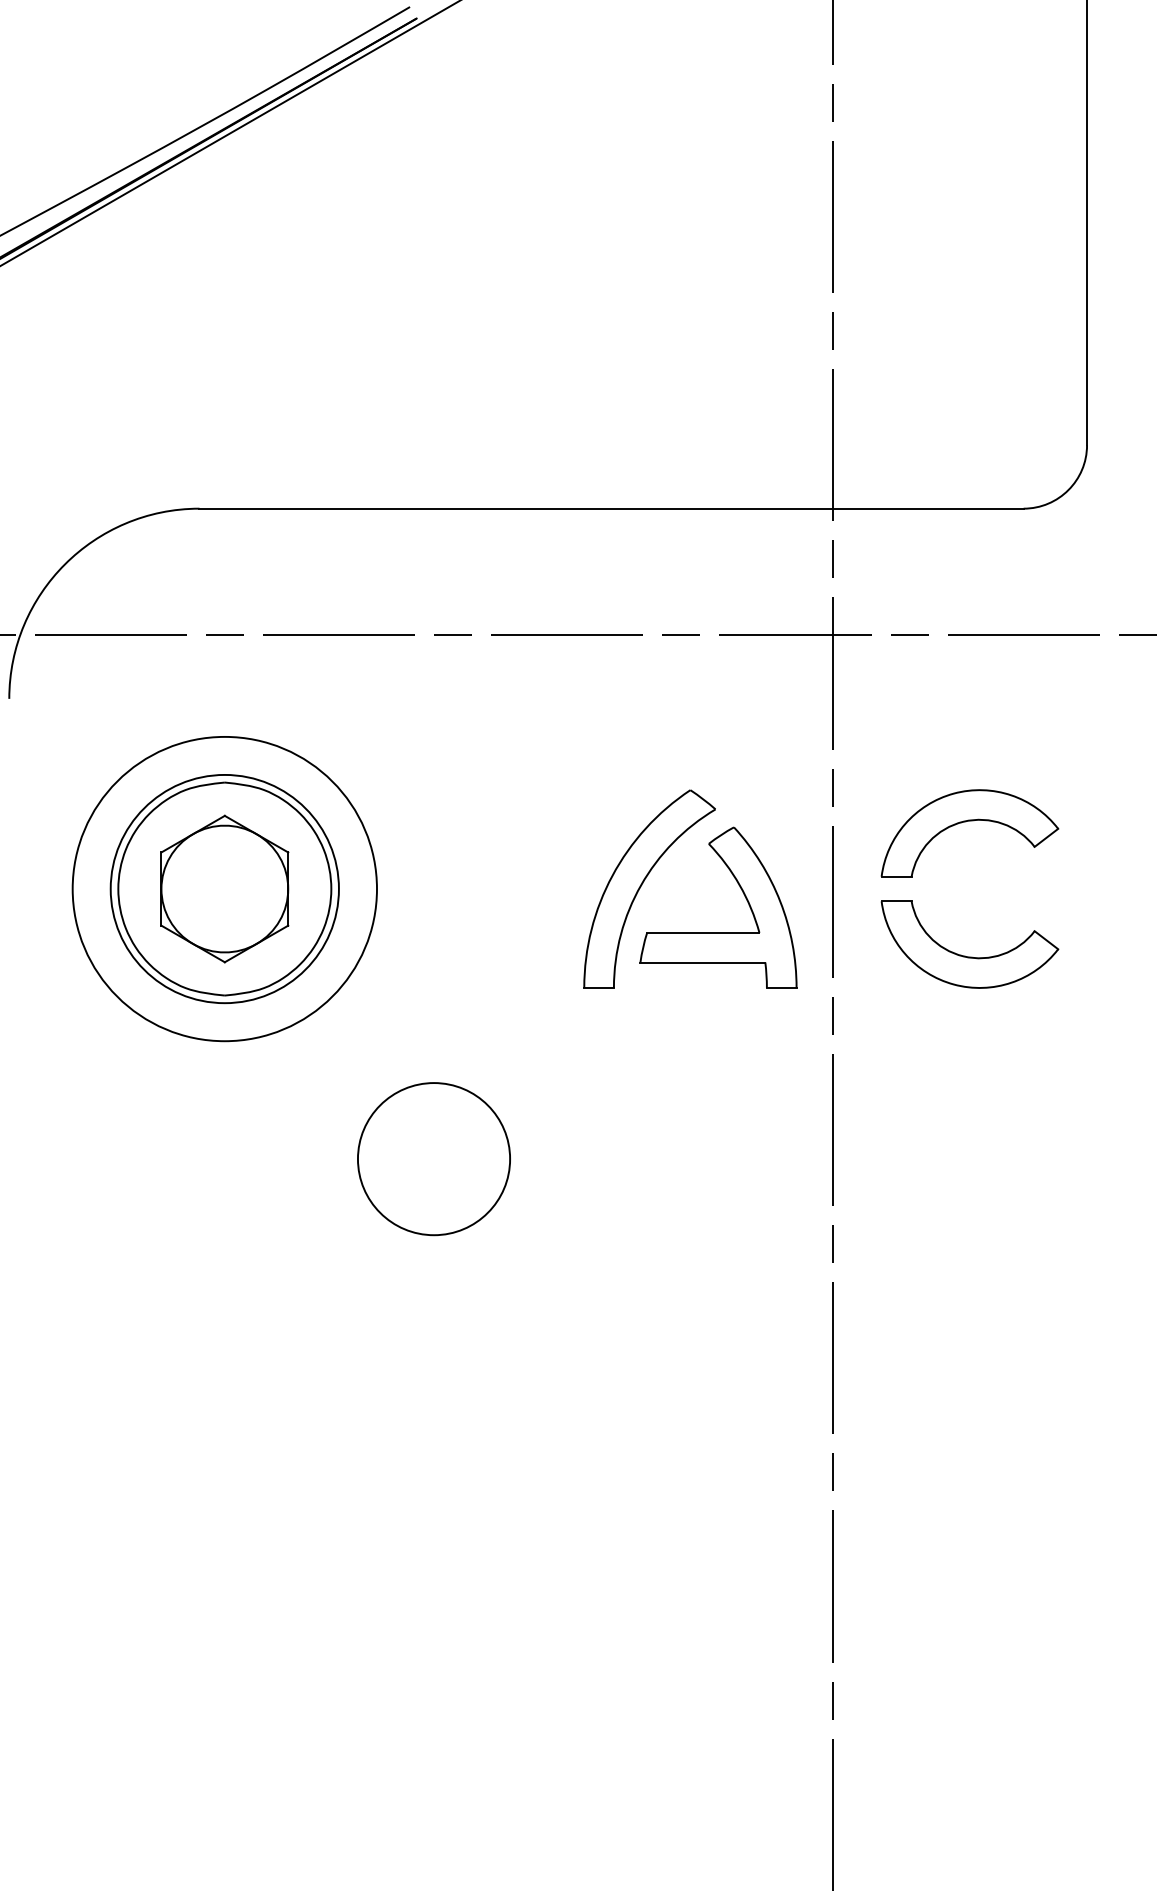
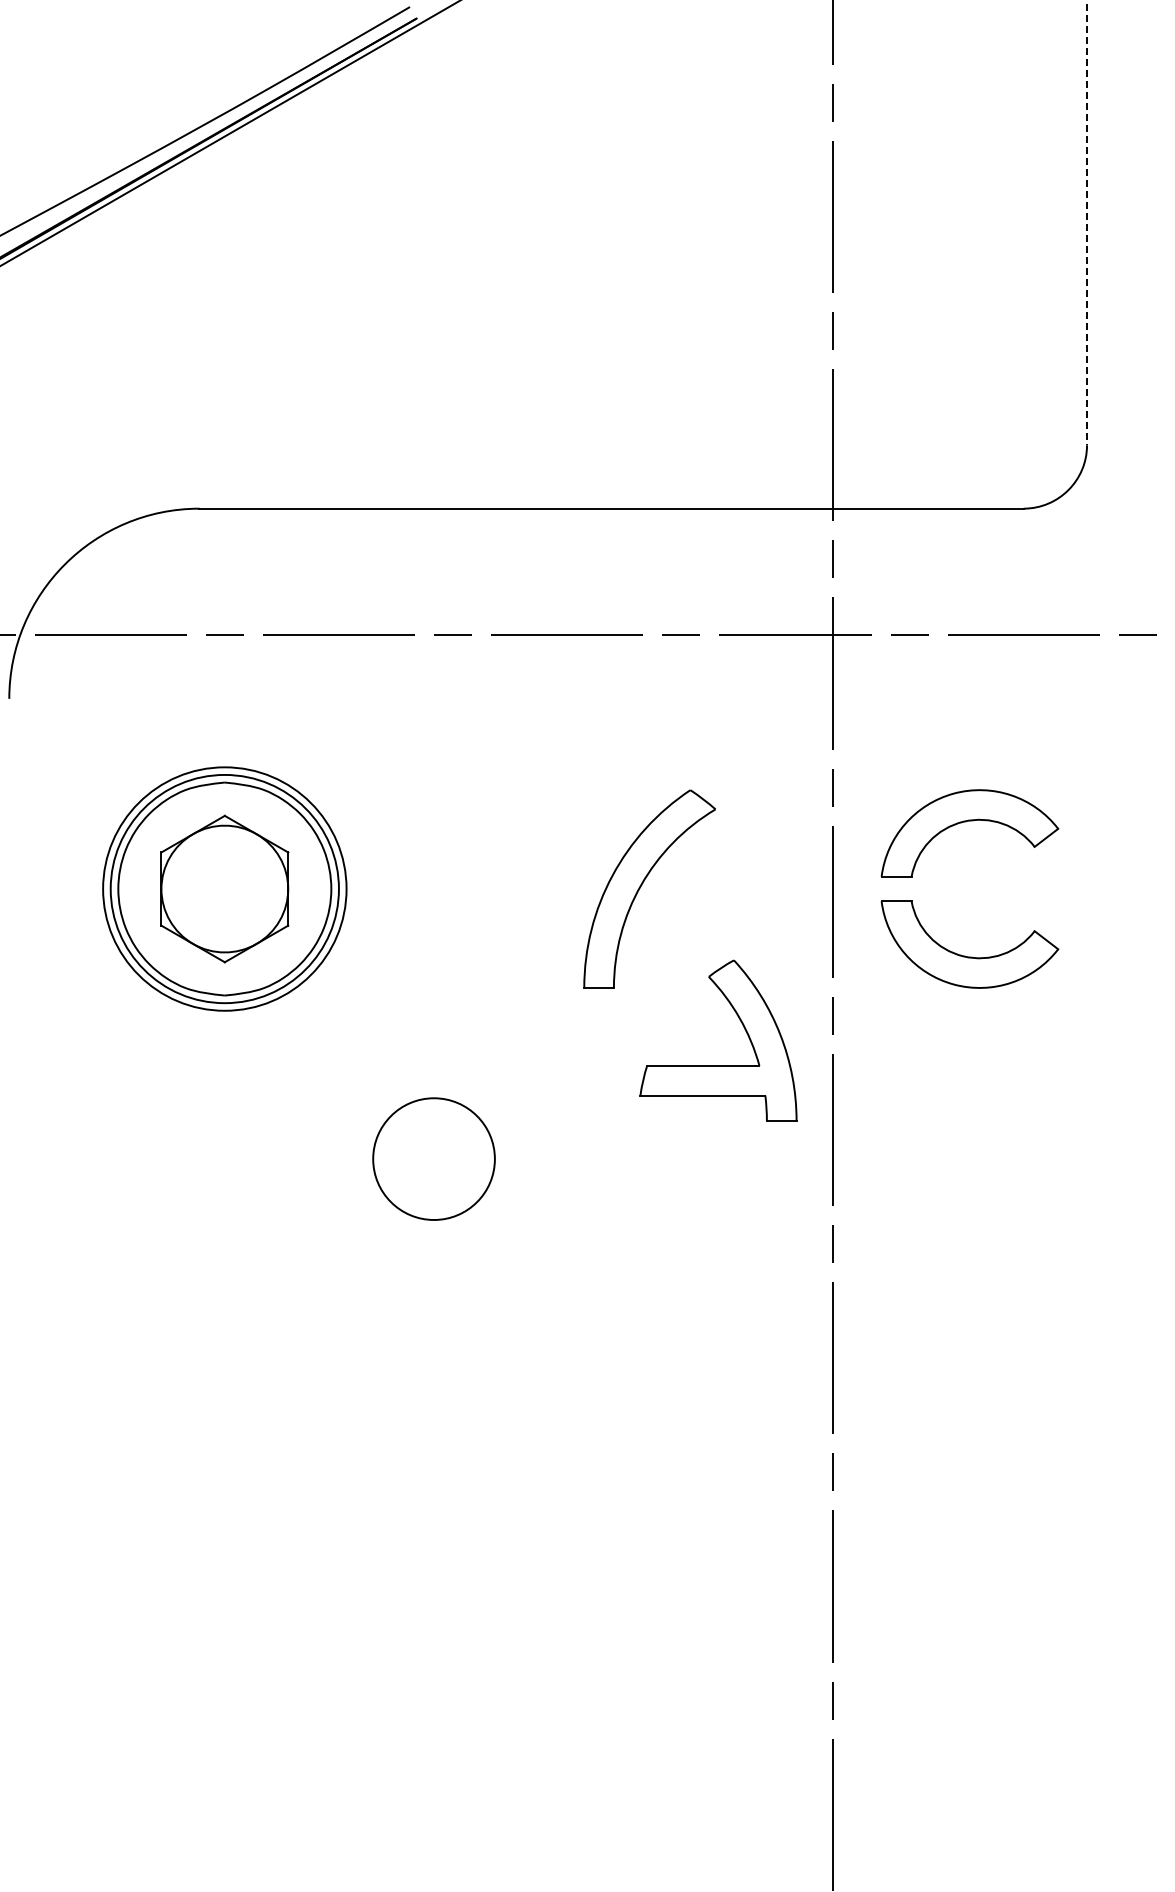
line at (1087, 222): solid -> dashed
circle at (224, 888) diameter: 304 px -> 243 px
part at (718, 932) position: (718, 932) -> (718, 1065)
circle at (433, 1159) diameter: 152 px -> 122 px
